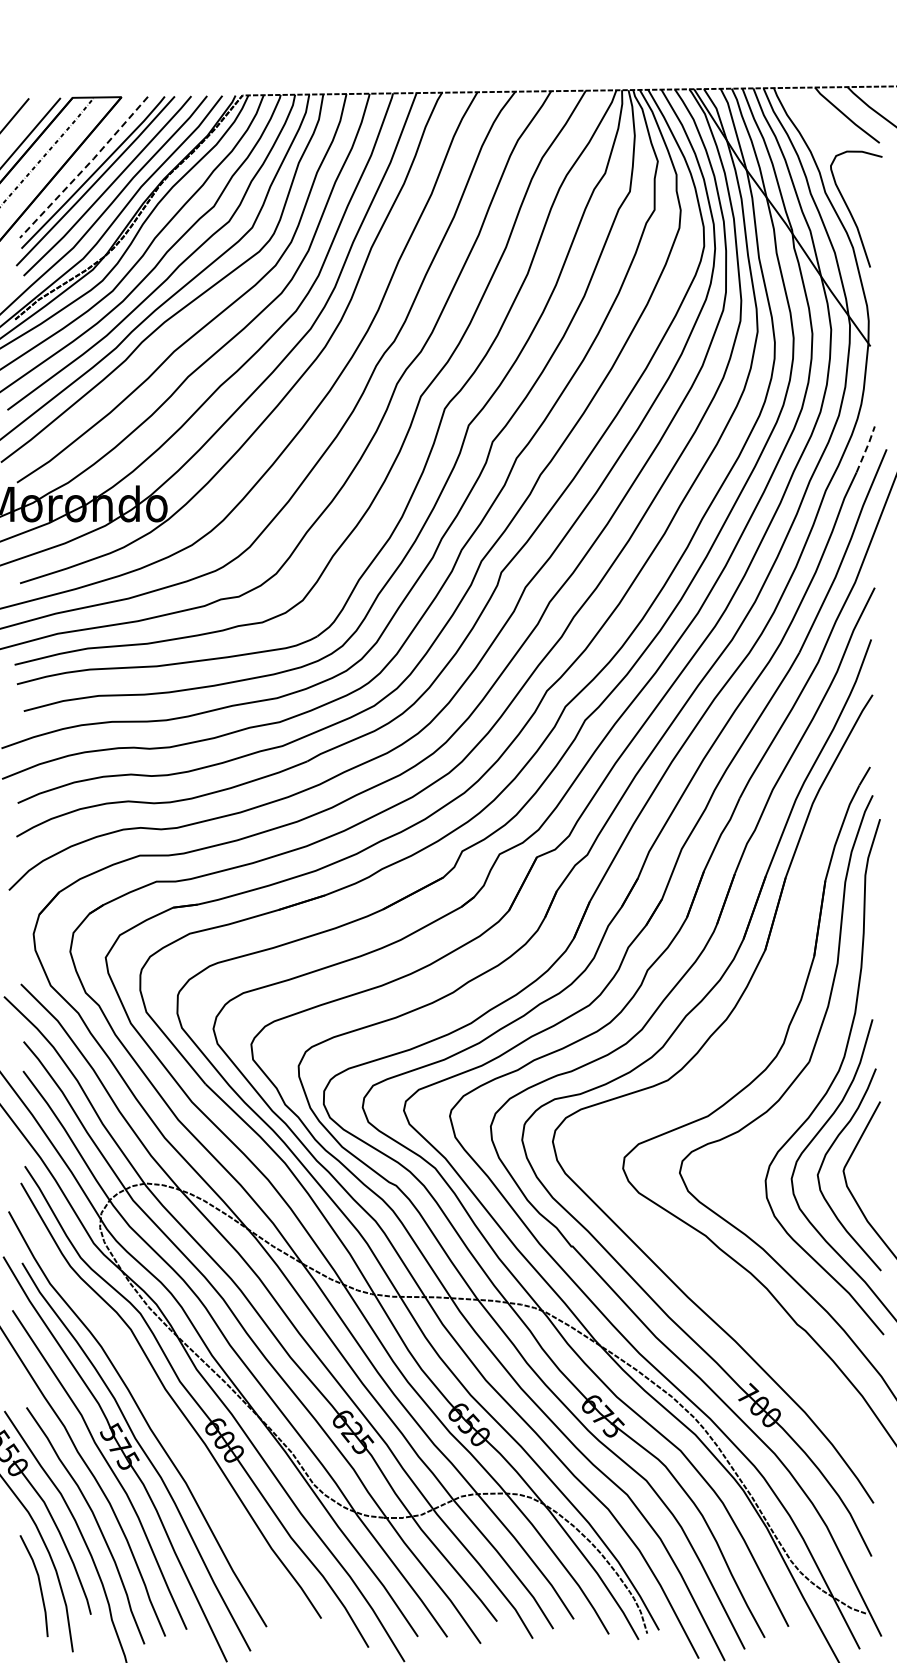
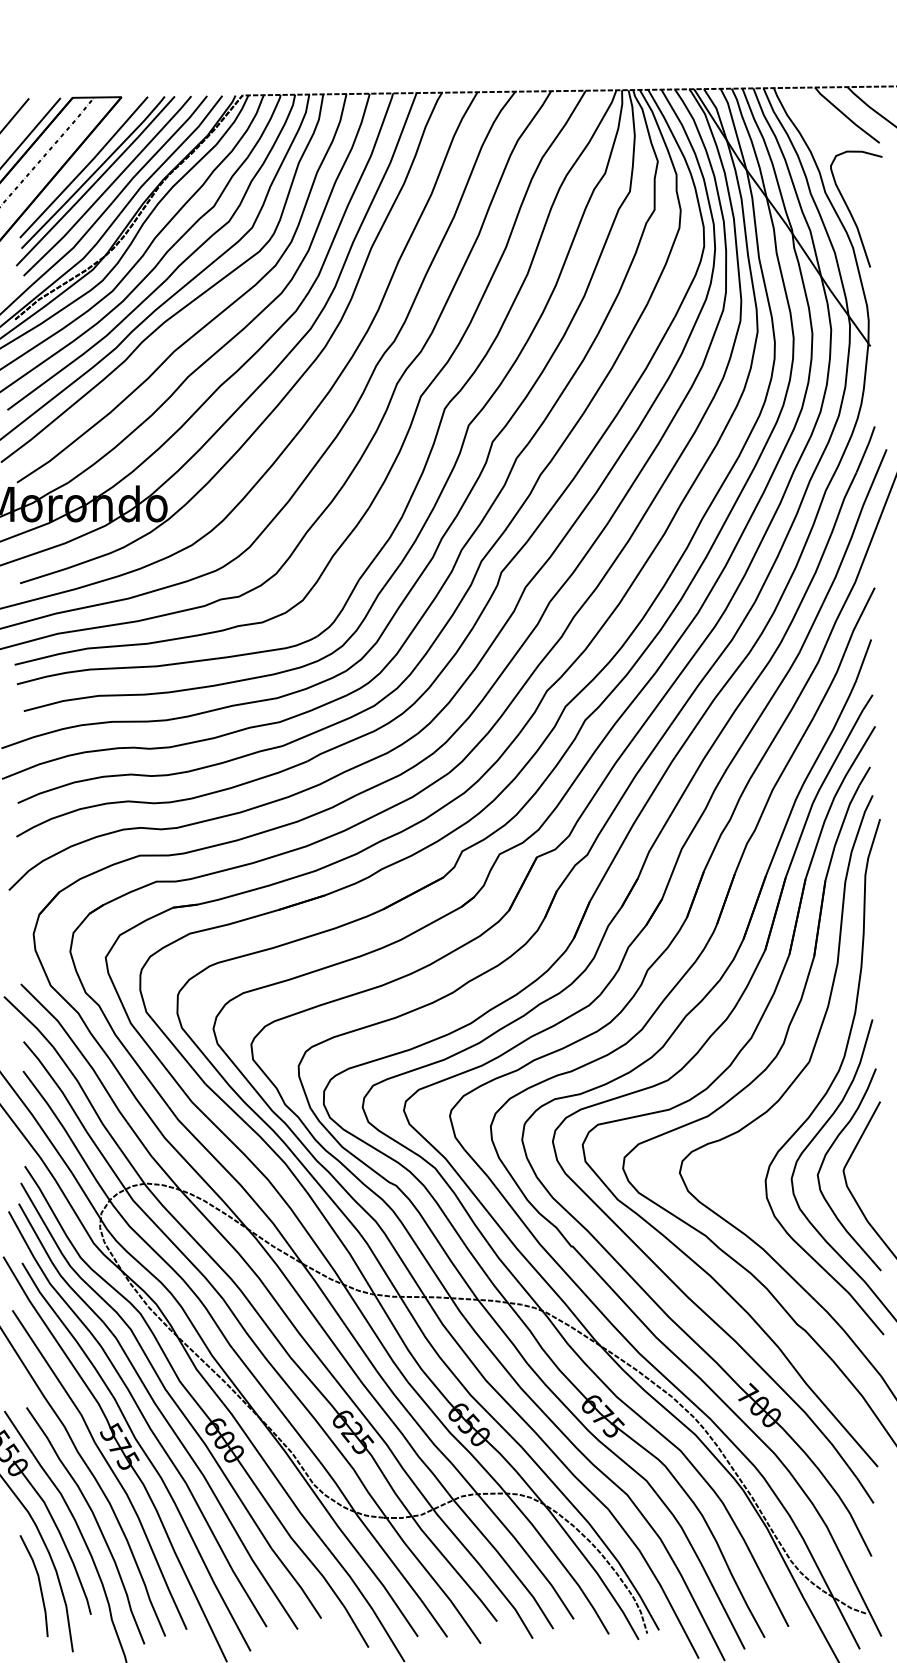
line at (84, 168): dashed -> solid
line at (866, 448): dashed -> solid
part at (715, 1081): none -> present
curve at (161, 1415): none -> present
